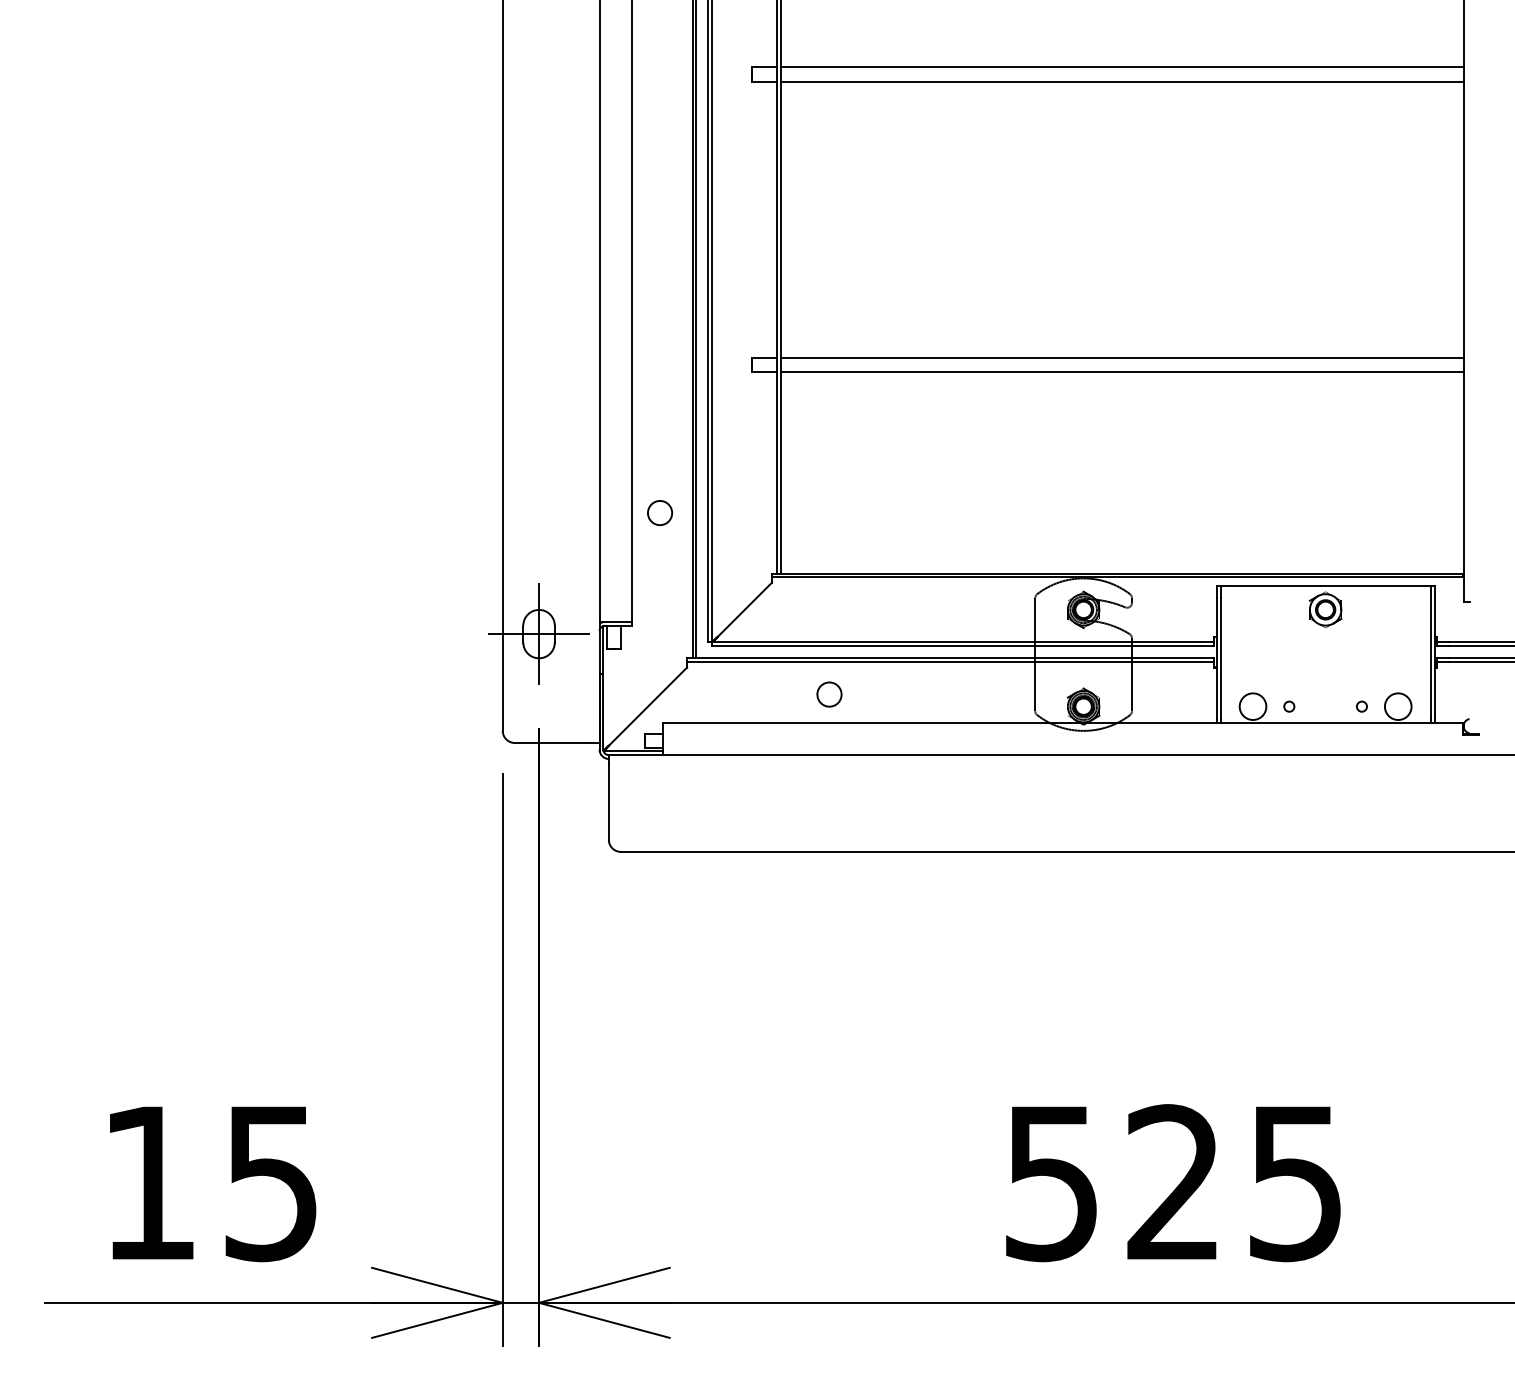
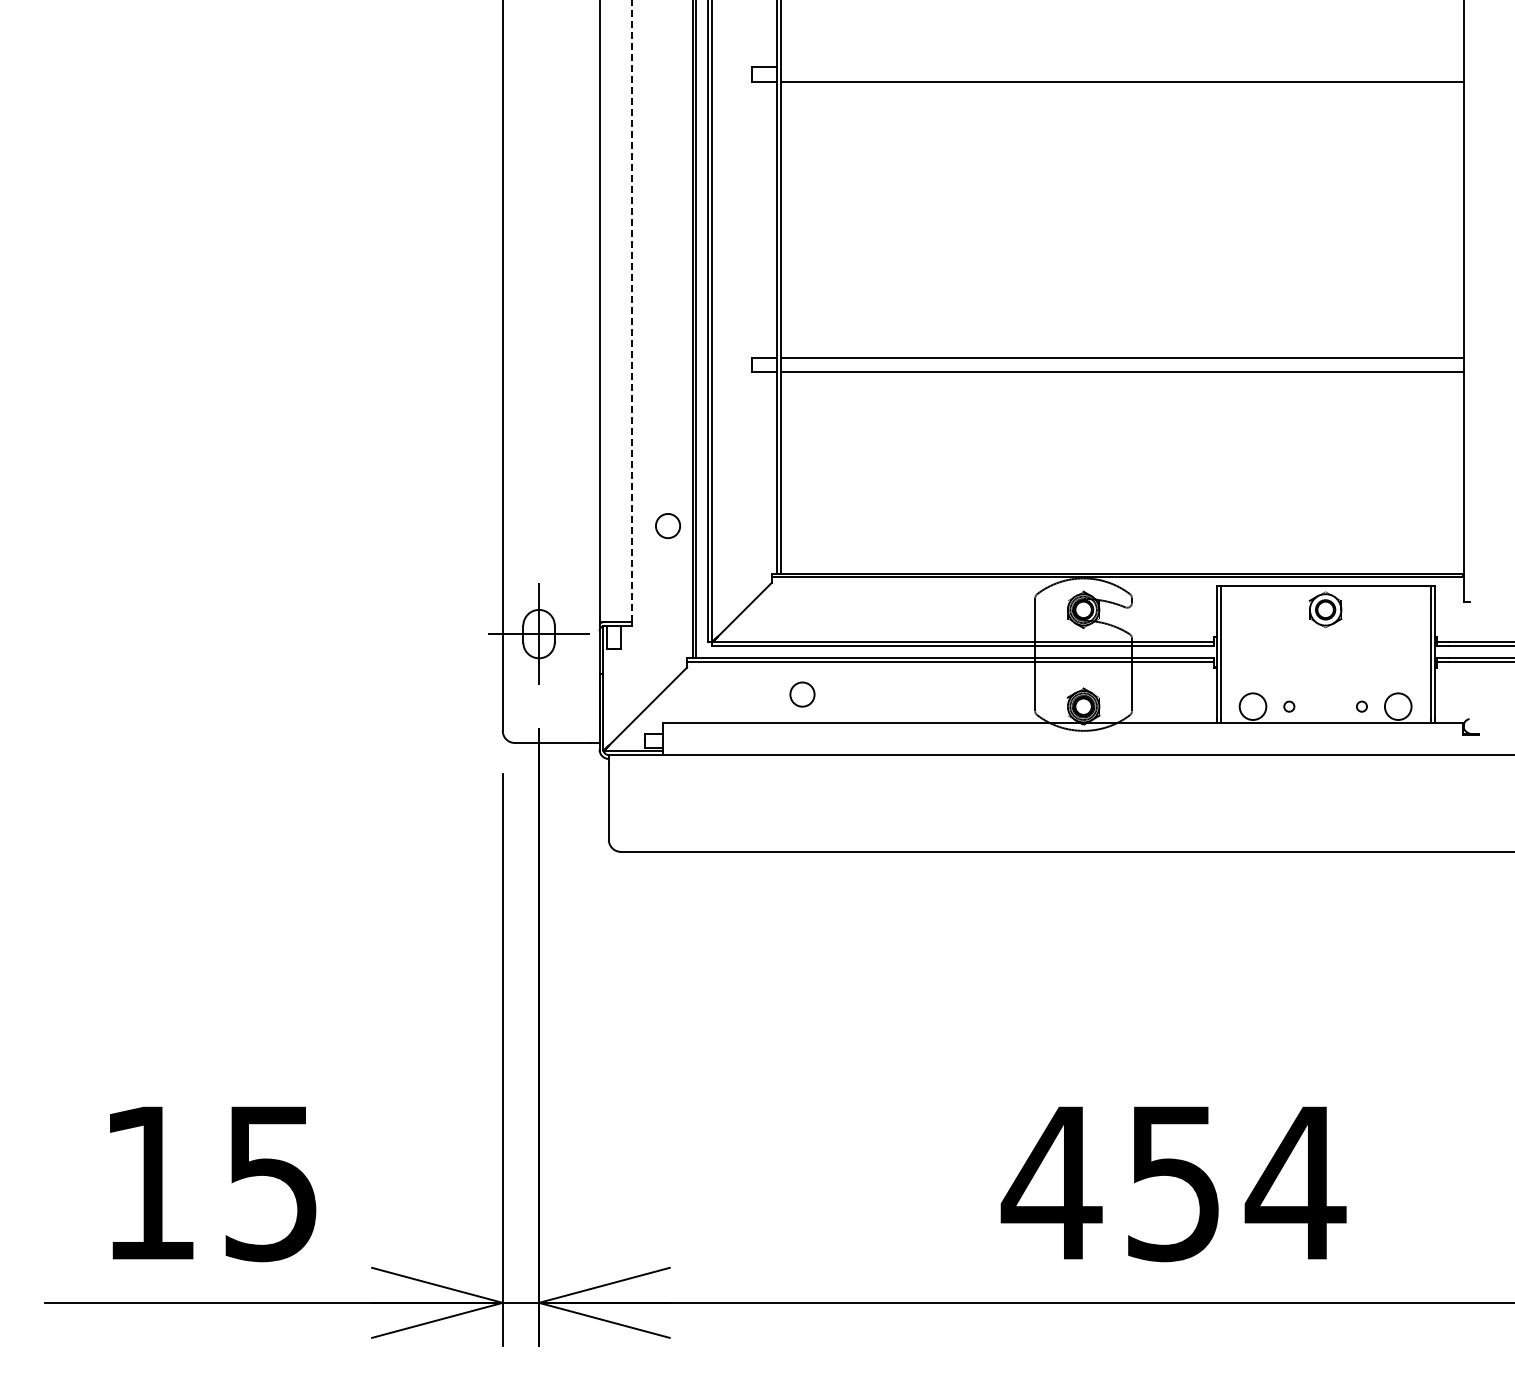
line at (1122, 67): present -> none
line at (632, 311): solid -> dashed
circle at (660, 512) position: (660, 512) -> (668, 525)
circle at (829, 694) position: (829, 694) -> (802, 694)
text at (1173, 1183): 525 -> 454
